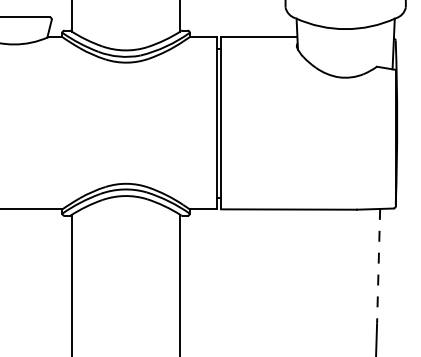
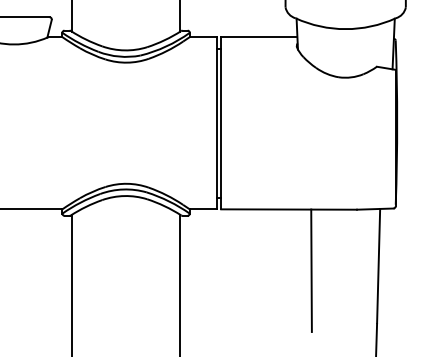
line at (378, 266): dashed -> solid
line at (311, 270): none -> present
